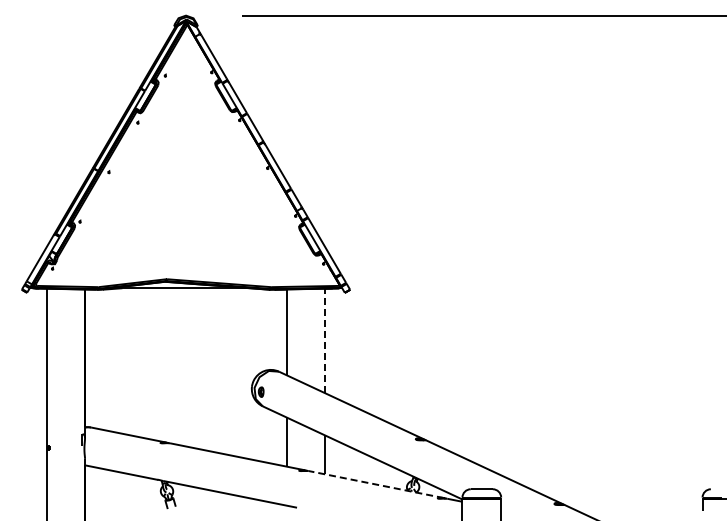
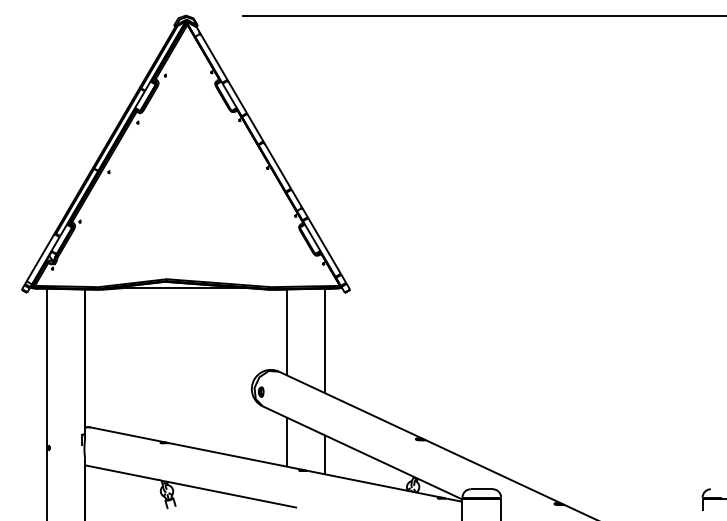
line at (325, 340): dashed -> solid
line at (376, 484): dashed -> solid
